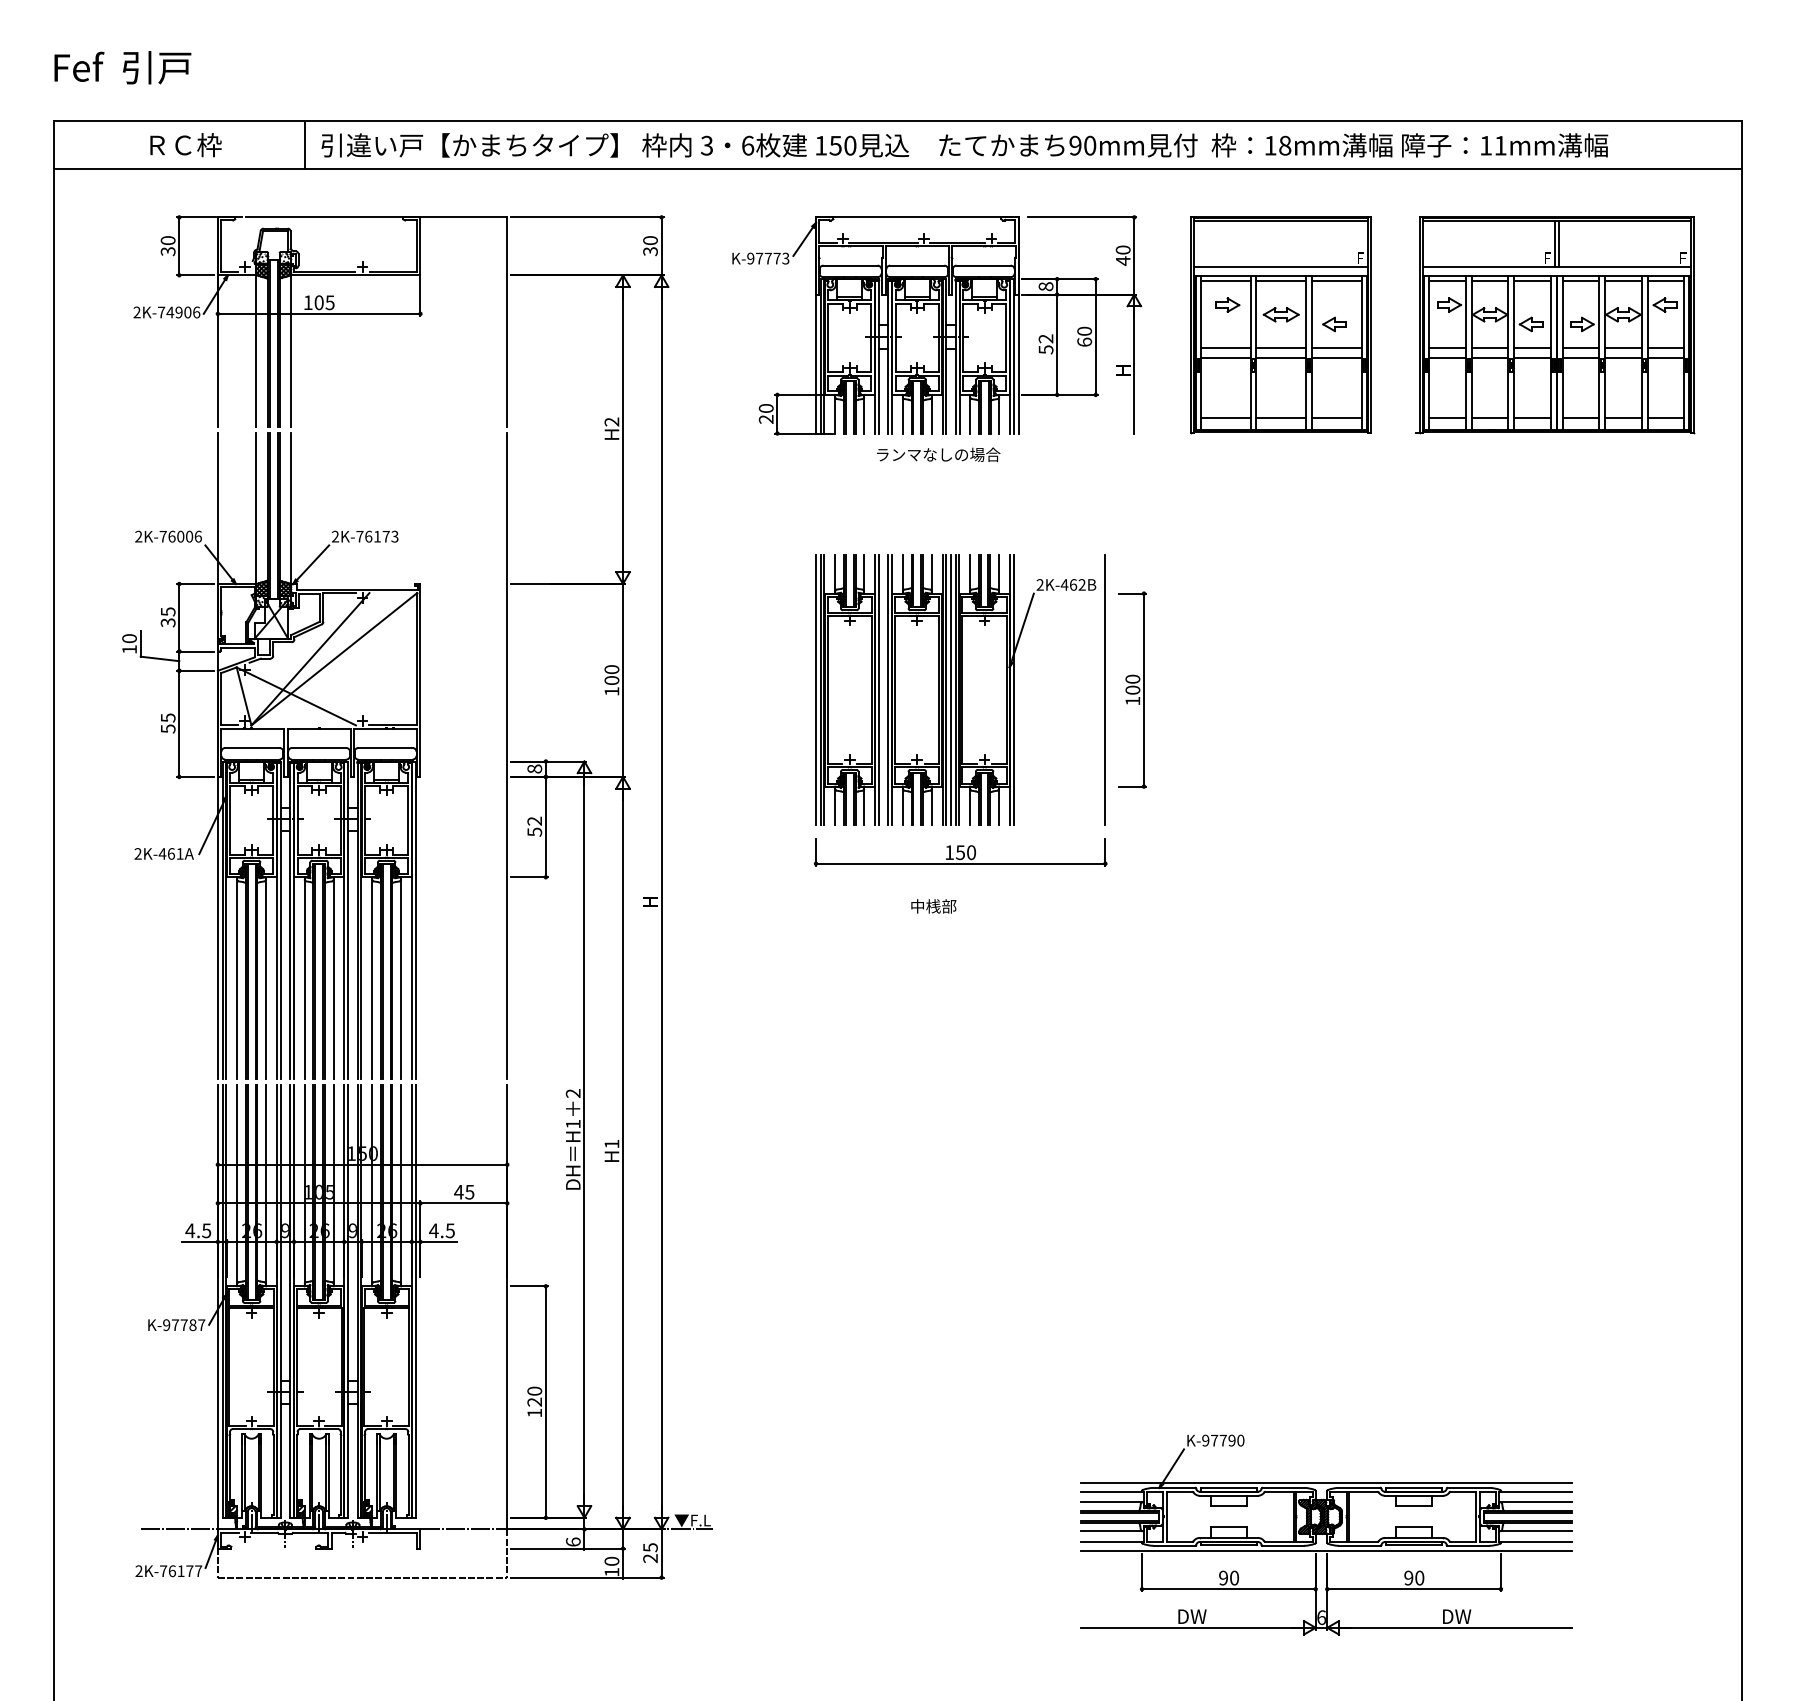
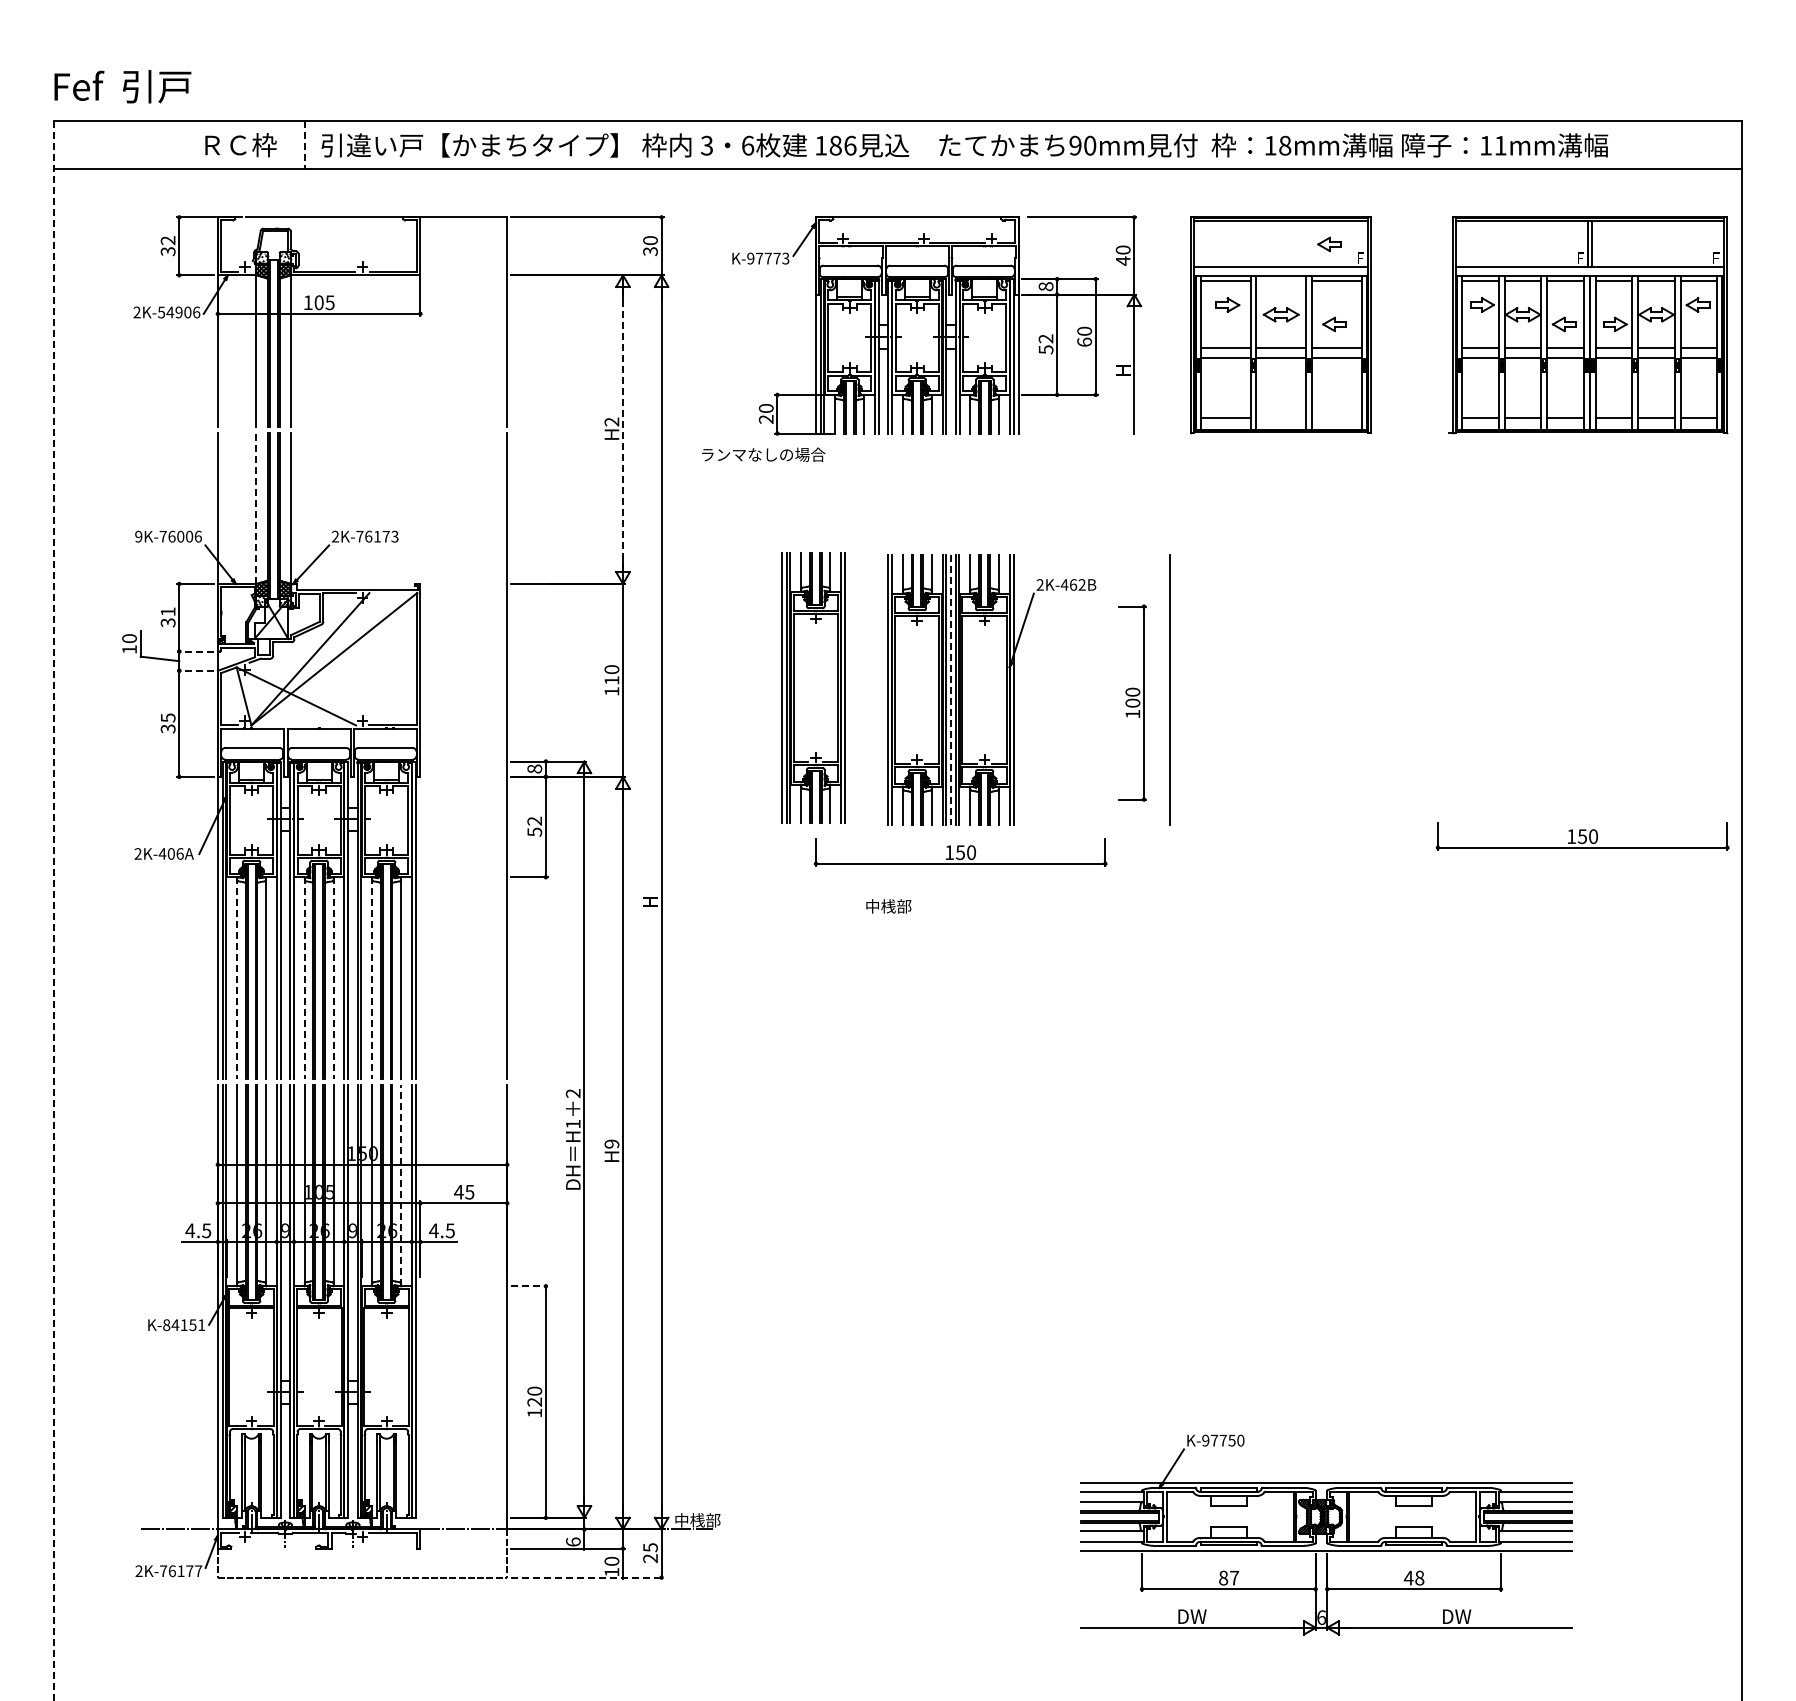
text at (122, 67) position: (122, 67) -> (122, 86)
text at (185, 145) position: (185, 145) -> (240, 145)
line at (304, 145): solid -> dashed
text at (842, 145): 150 -> 186
text at (167, 240): 30 -> 32
part at (1329, 244): none -> present
line at (1281, 281): present -> none
text at (161, 312): 2K-74906 -> 2K-54906
part at (1555, 325) position: (1555, 325) -> (1588, 325)
line at (1281, 418): present -> none
line at (1336, 418): present -> none
line at (623, 429): solid -> dashed
text at (938, 454) position: (938, 454) -> (763, 454)
line at (256, 508): solid -> dashed
text at (138, 536): 2K-76006 -> 9K-76006
text at (168, 611): 35 -> 31
line at (195, 651): solid -> dashed
line at (195, 670): solid -> dashed
text at (611, 680): 100 -> 110
part at (847, 689) position: (847, 689) -> (813, 687)
line at (1104, 689) position: (1104, 689) -> (1169, 689)
part at (1132, 689) position: (1132, 689) -> (1132, 702)
line at (951, 690): solid -> dashed
text at (167, 728): 55 -> 35
part at (1582, 836): none -> present
text at (175, 853): 2K-461A -> 2K-406A
text at (933, 906) position: (933, 906) -> (888, 906)
line at (53, 910): solid -> dashed
line at (237, 978): solid -> dashed
line at (304, 978): solid -> dashed
line at (333, 978): solid -> dashed
line at (372, 978): solid -> dashed
text at (611, 1143): H1 -> H9
line at (401, 1185): solid -> dashed
line at (529, 1286): solid -> dashed
text at (184, 1325): K-97787 -> K-84151
text at (1231, 1440): K-97790 -> K-97750
text at (697, 1520): ▼F.L -> 中桟部
line at (587, 1577): solid -> dashed
text at (1229, 1577): 90 -> 87
text at (1413, 1577): 90 -> 48
